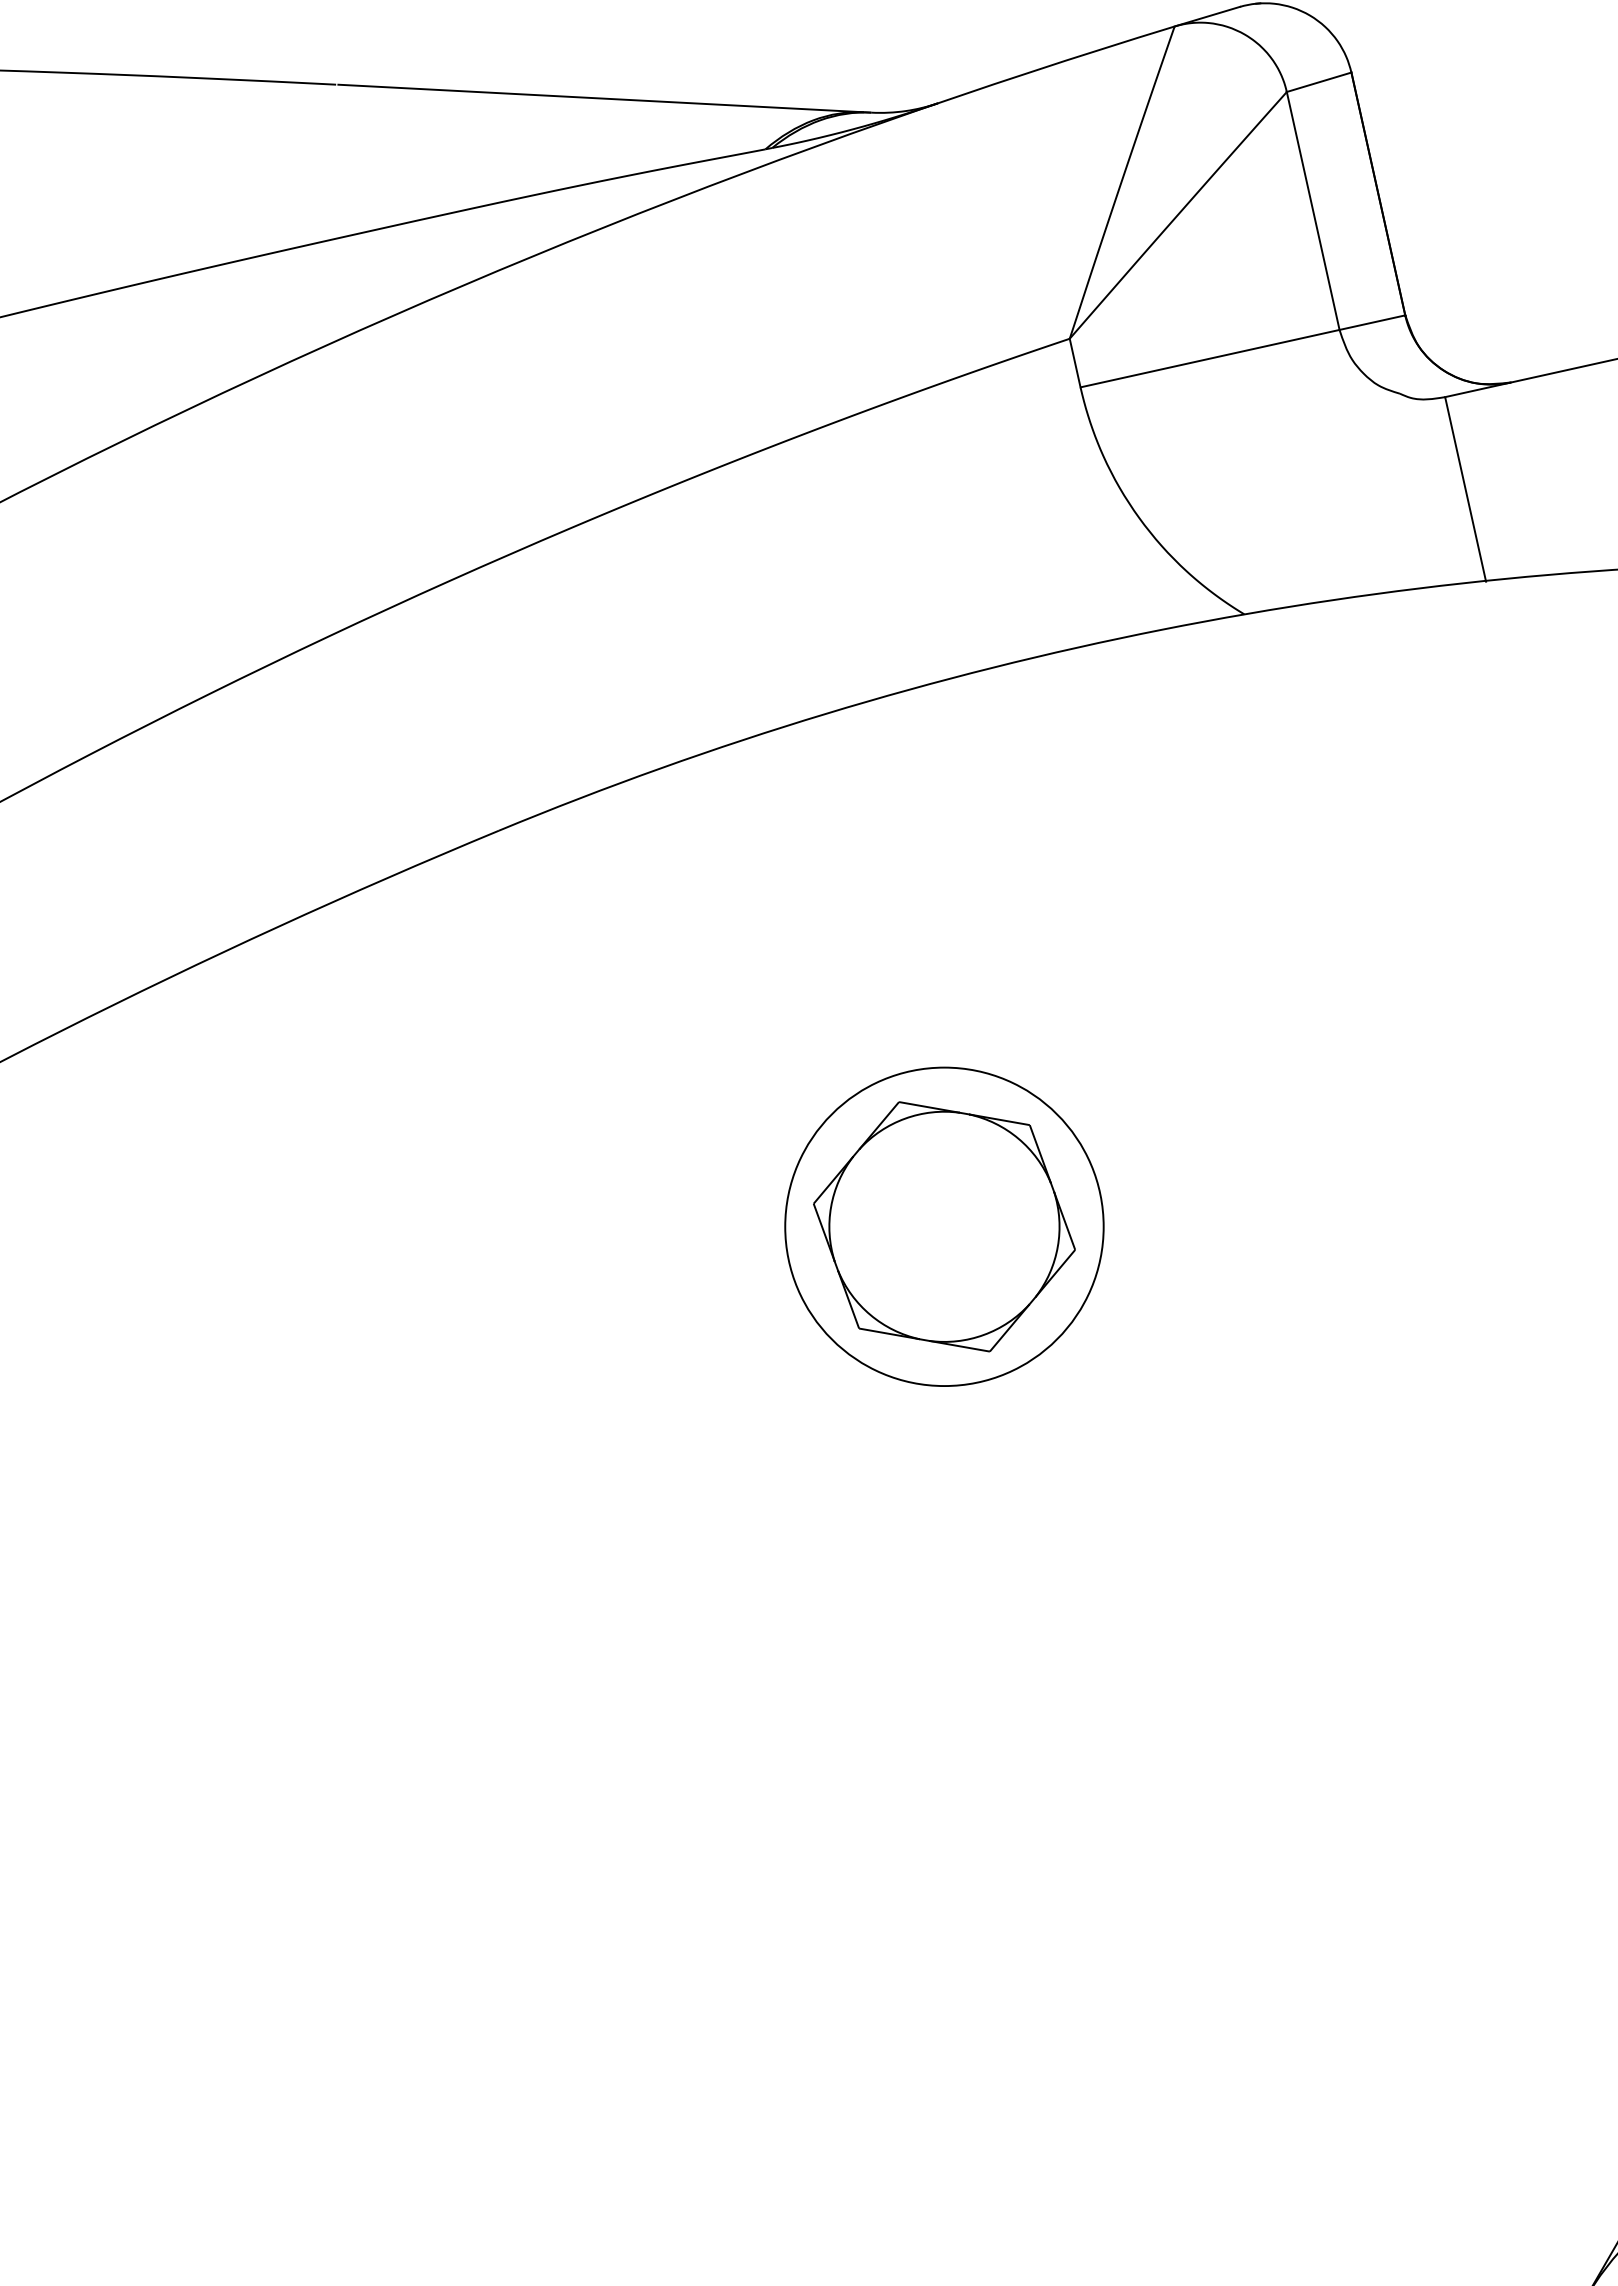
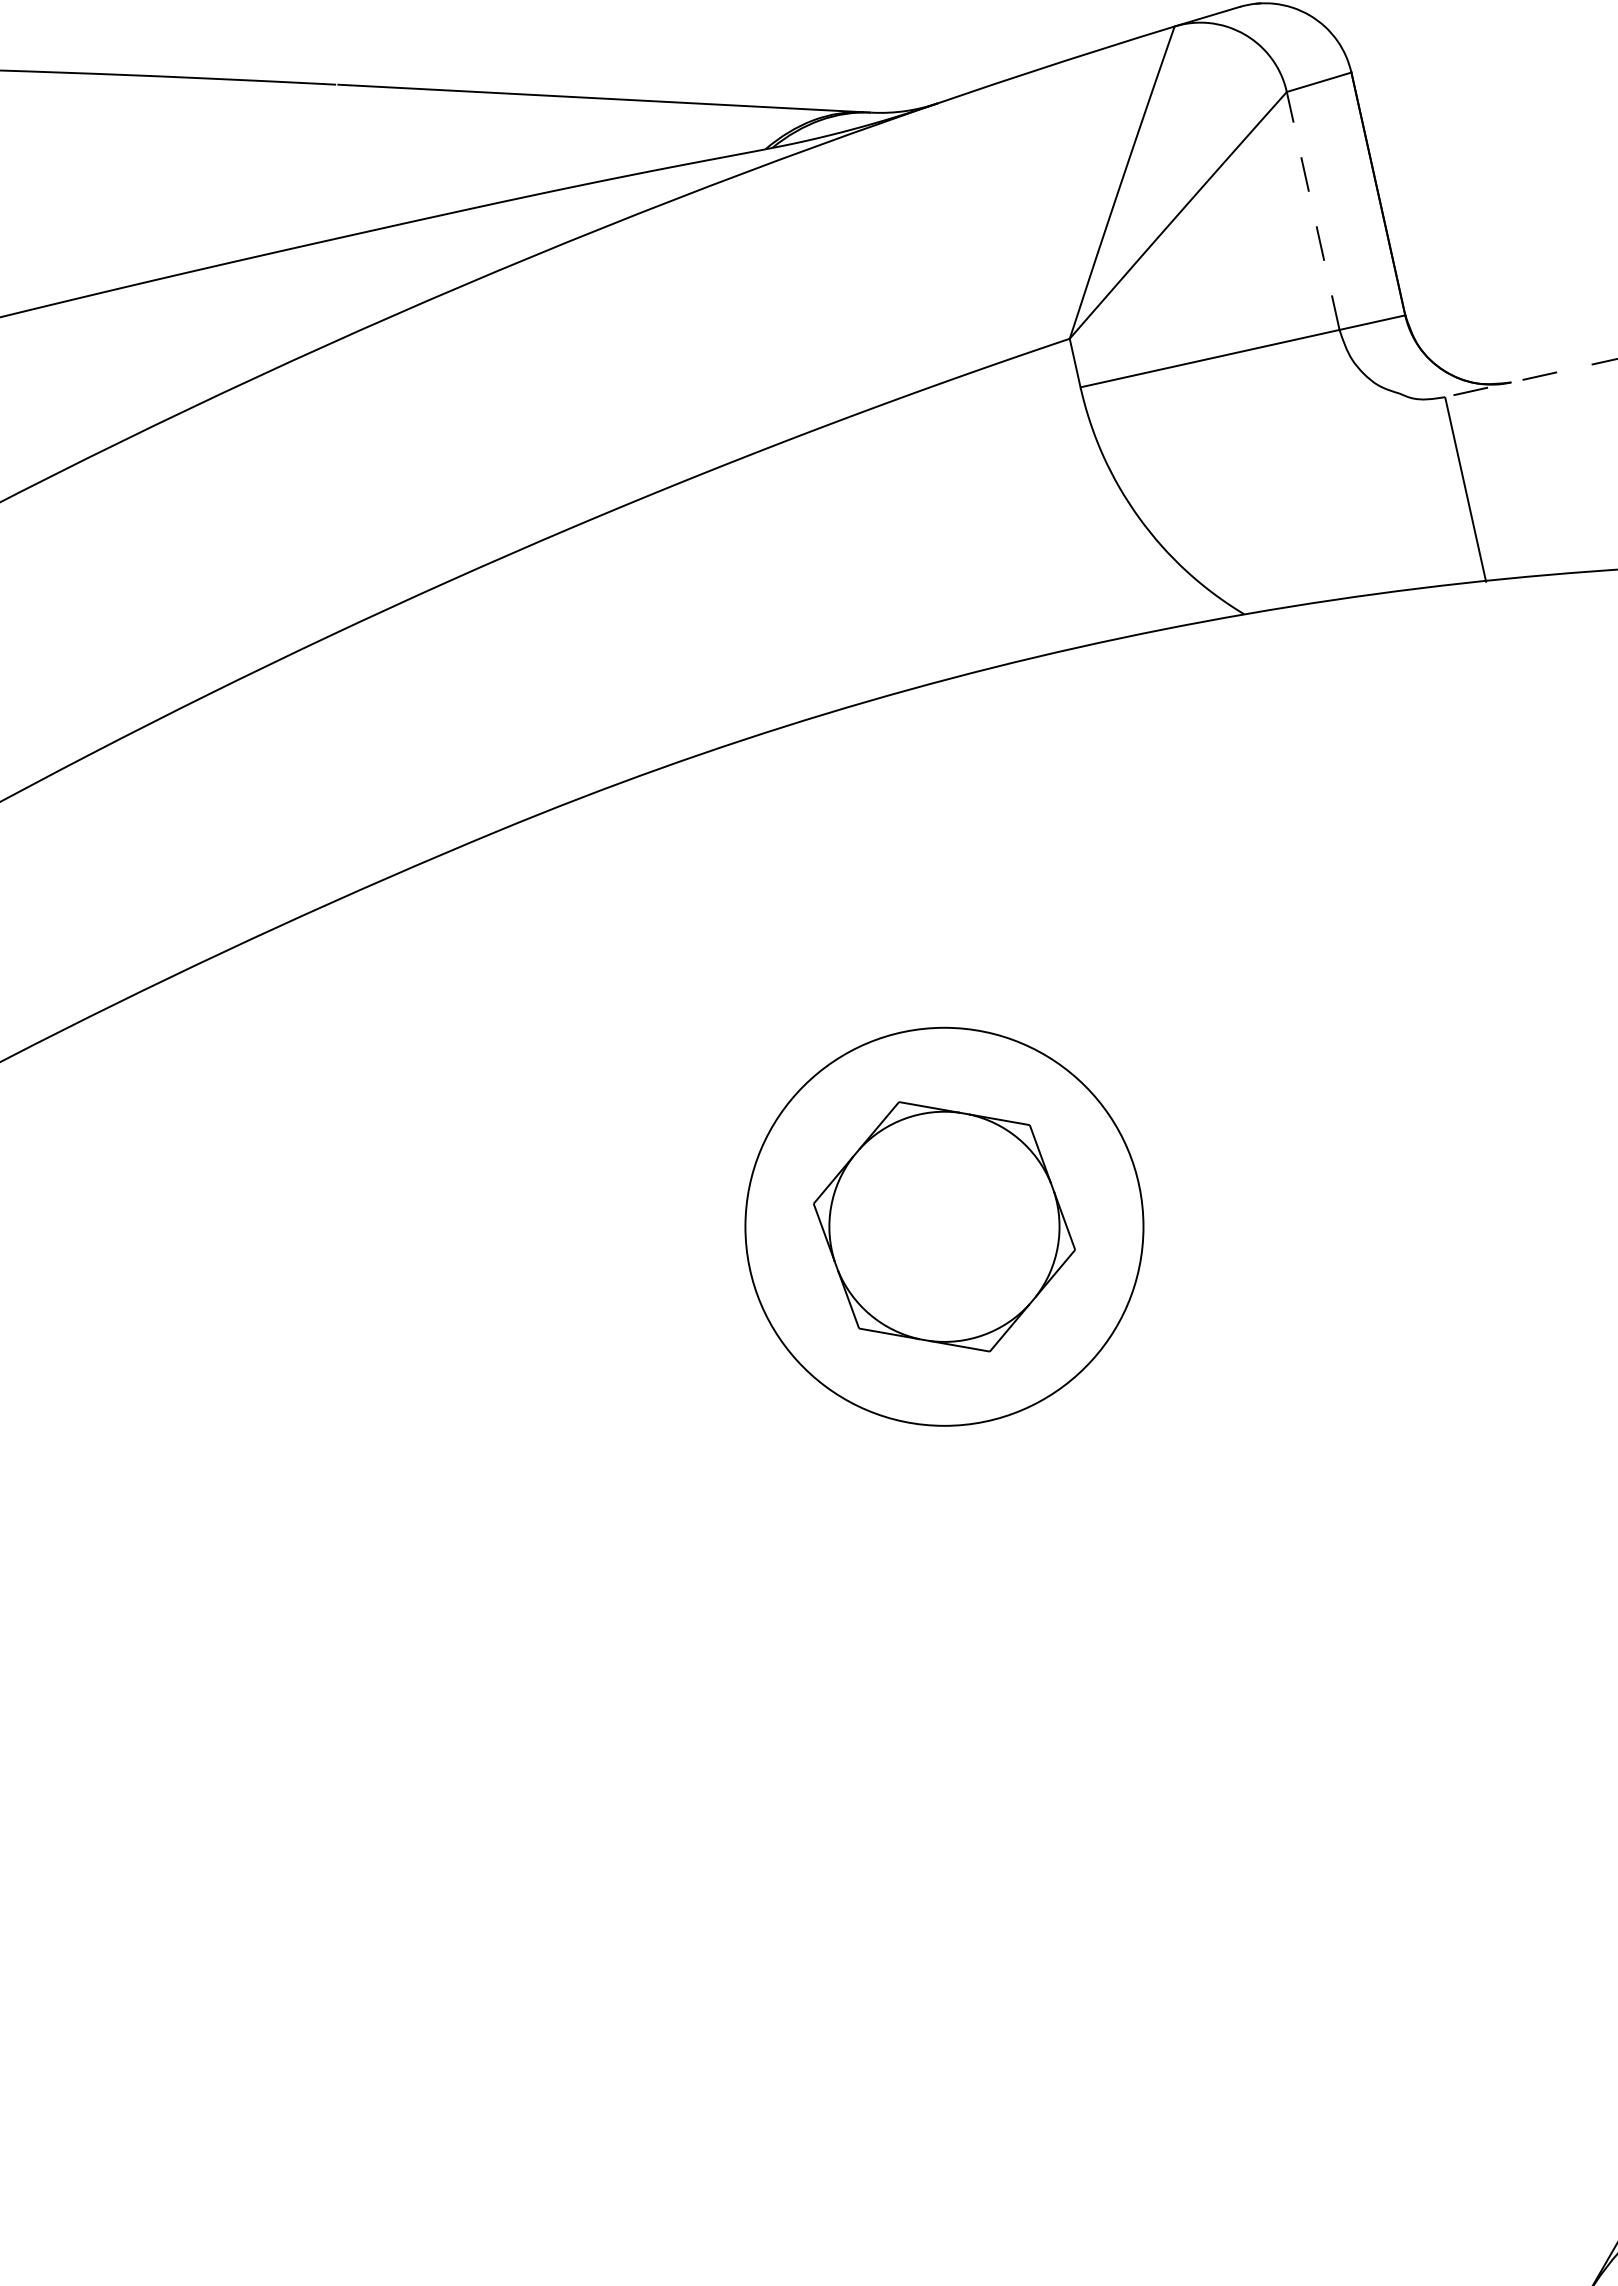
line at (1313, 210): solid -> dashed
line at (1531, 378): solid -> dashed
circle at (944, 1226) diameter: 318 px -> 398 px
